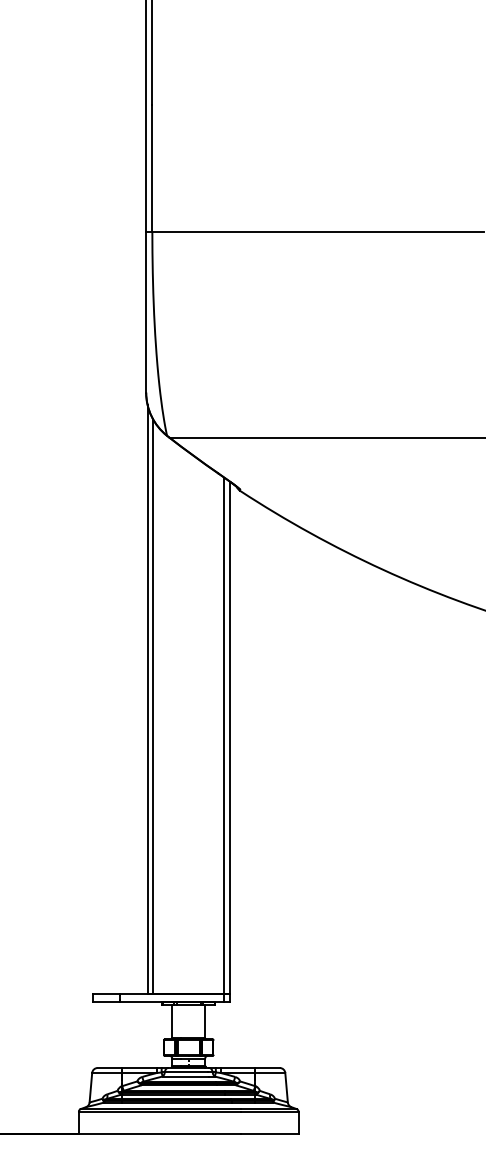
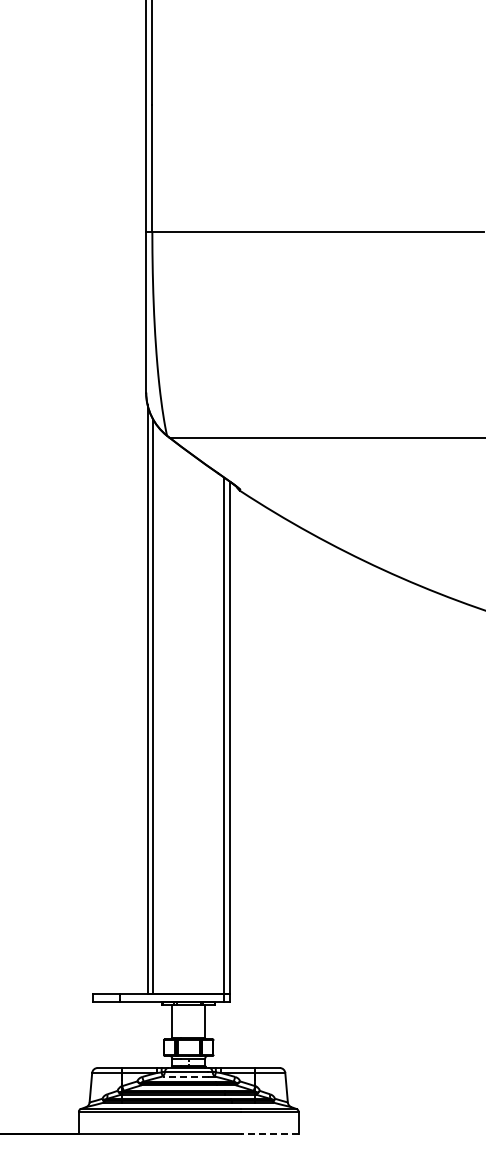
line at (185, 1076): solid -> dashed
line at (270, 1133): solid -> dashed
